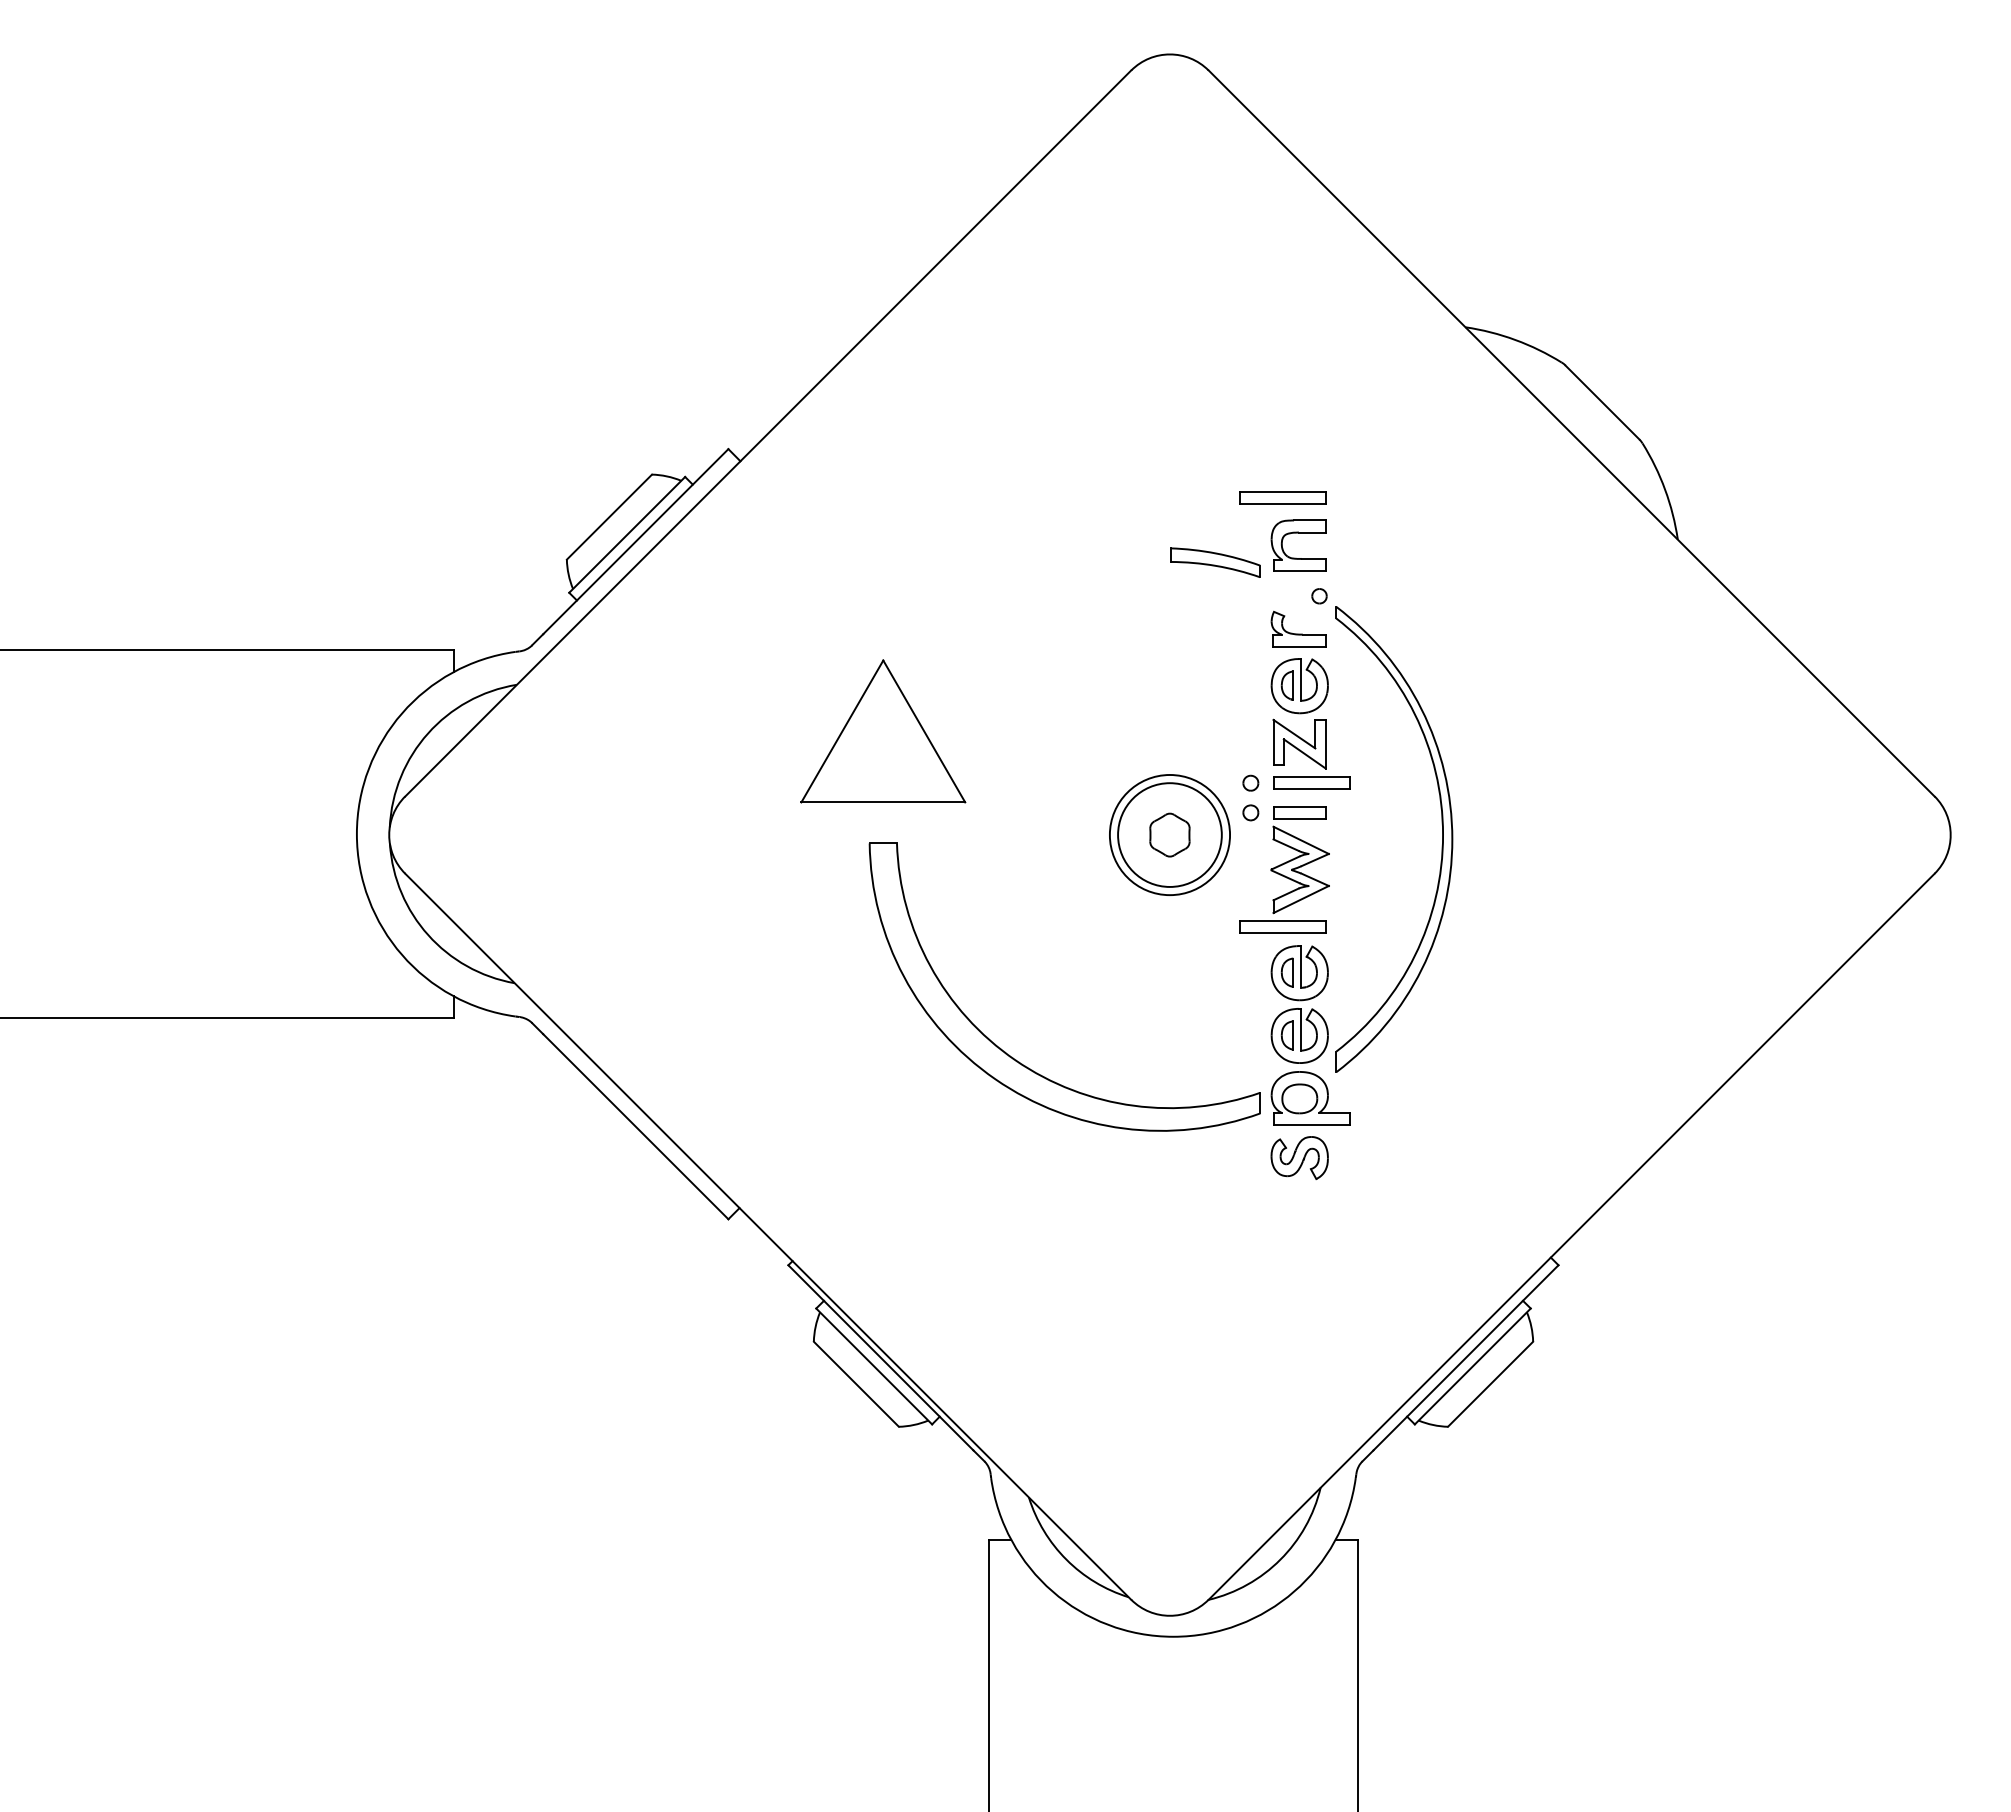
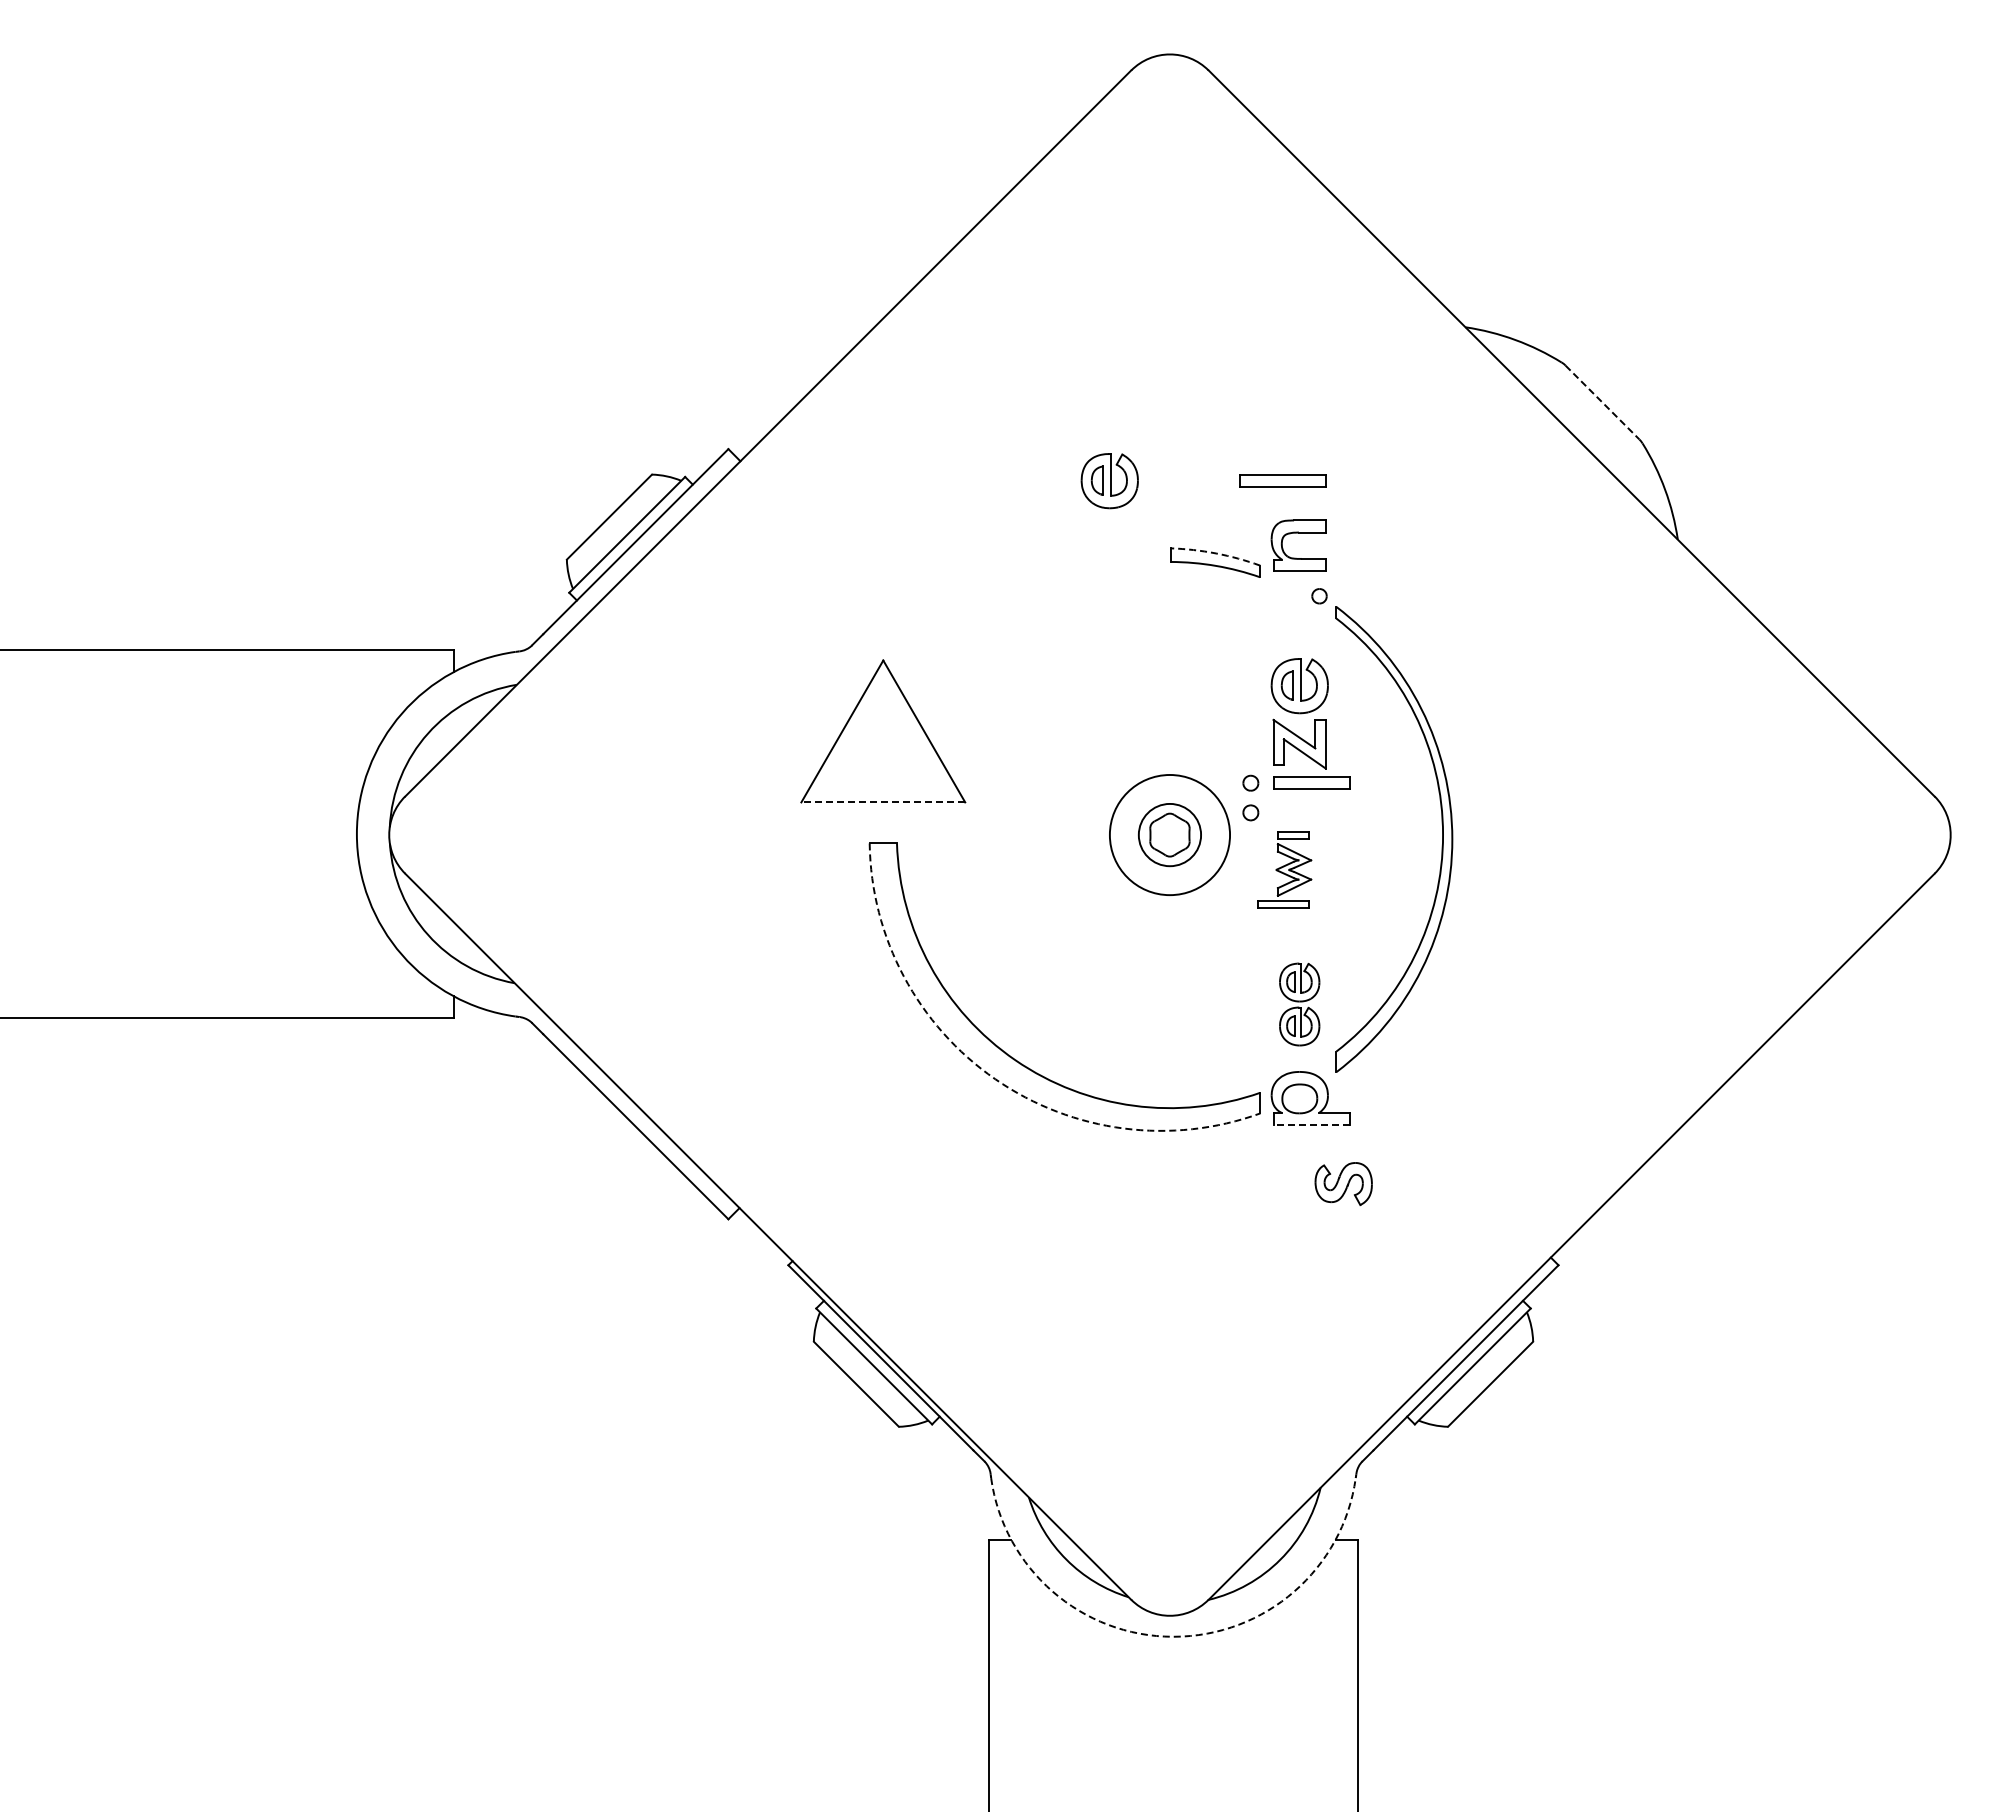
line at (1602, 402): solid -> dashed
part at (1109, 481): none -> present
part at (1282, 497) position: (1282, 497) -> (1282, 480)
arc at (1216, 553): solid -> dashed
part at (1298, 628): present -> none
line at (883, 802): solid -> dashed
circle at (1169, 834) diameter: 104 px -> 62 px
part at (1284, 869) size: 91x128 px -> 56x78 px
part at (1299, 1004) size: 59x119 px -> 42x85 px
arc at (995, 1079): solid -> dashed
line at (1311, 1124): solid -> dashed
part at (1299, 1157) position: (1299, 1157) -> (1343, 1183)
arc at (1173, 1636): solid -> dashed
